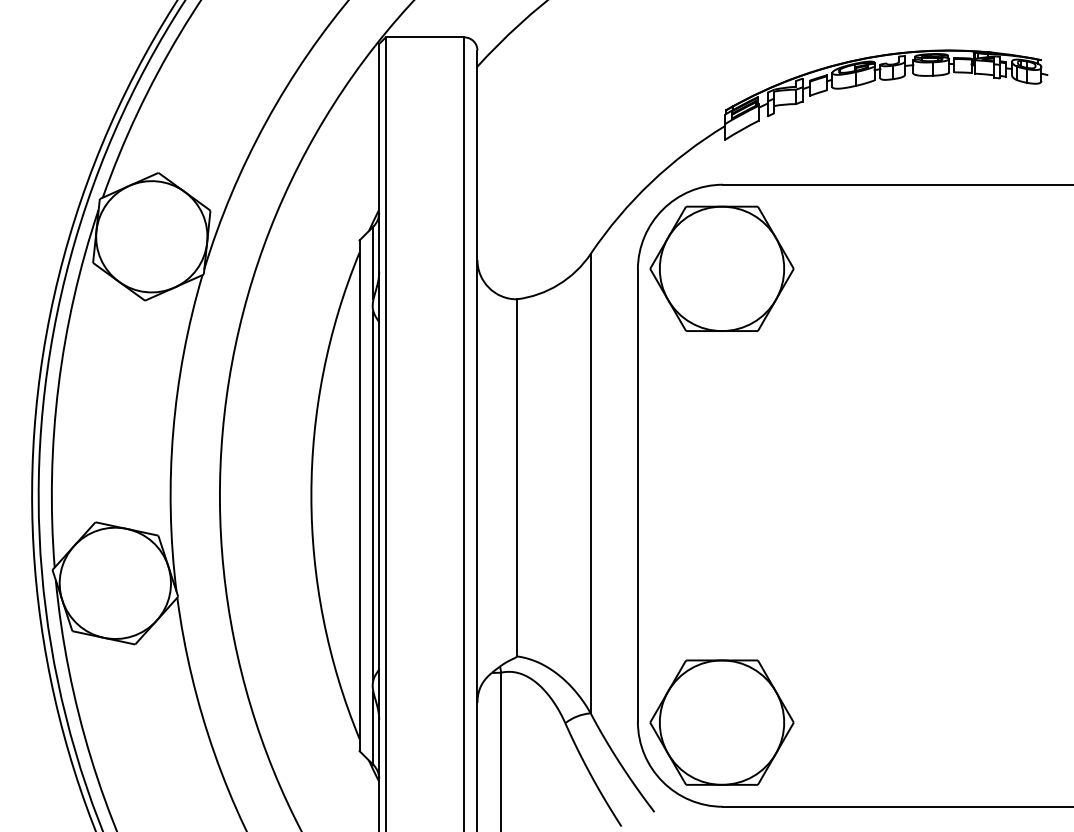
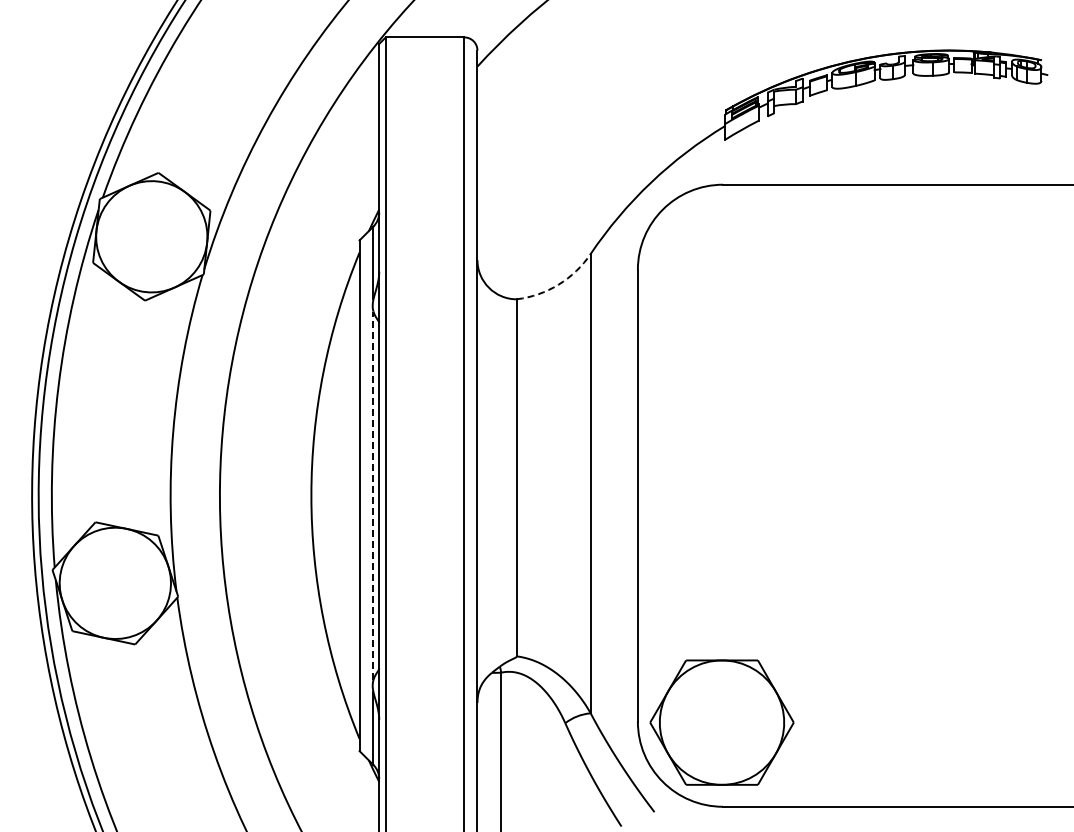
part at (721, 268): present -> none
arc at (558, 284): solid -> dashed
line at (373, 495): solid -> dashed
